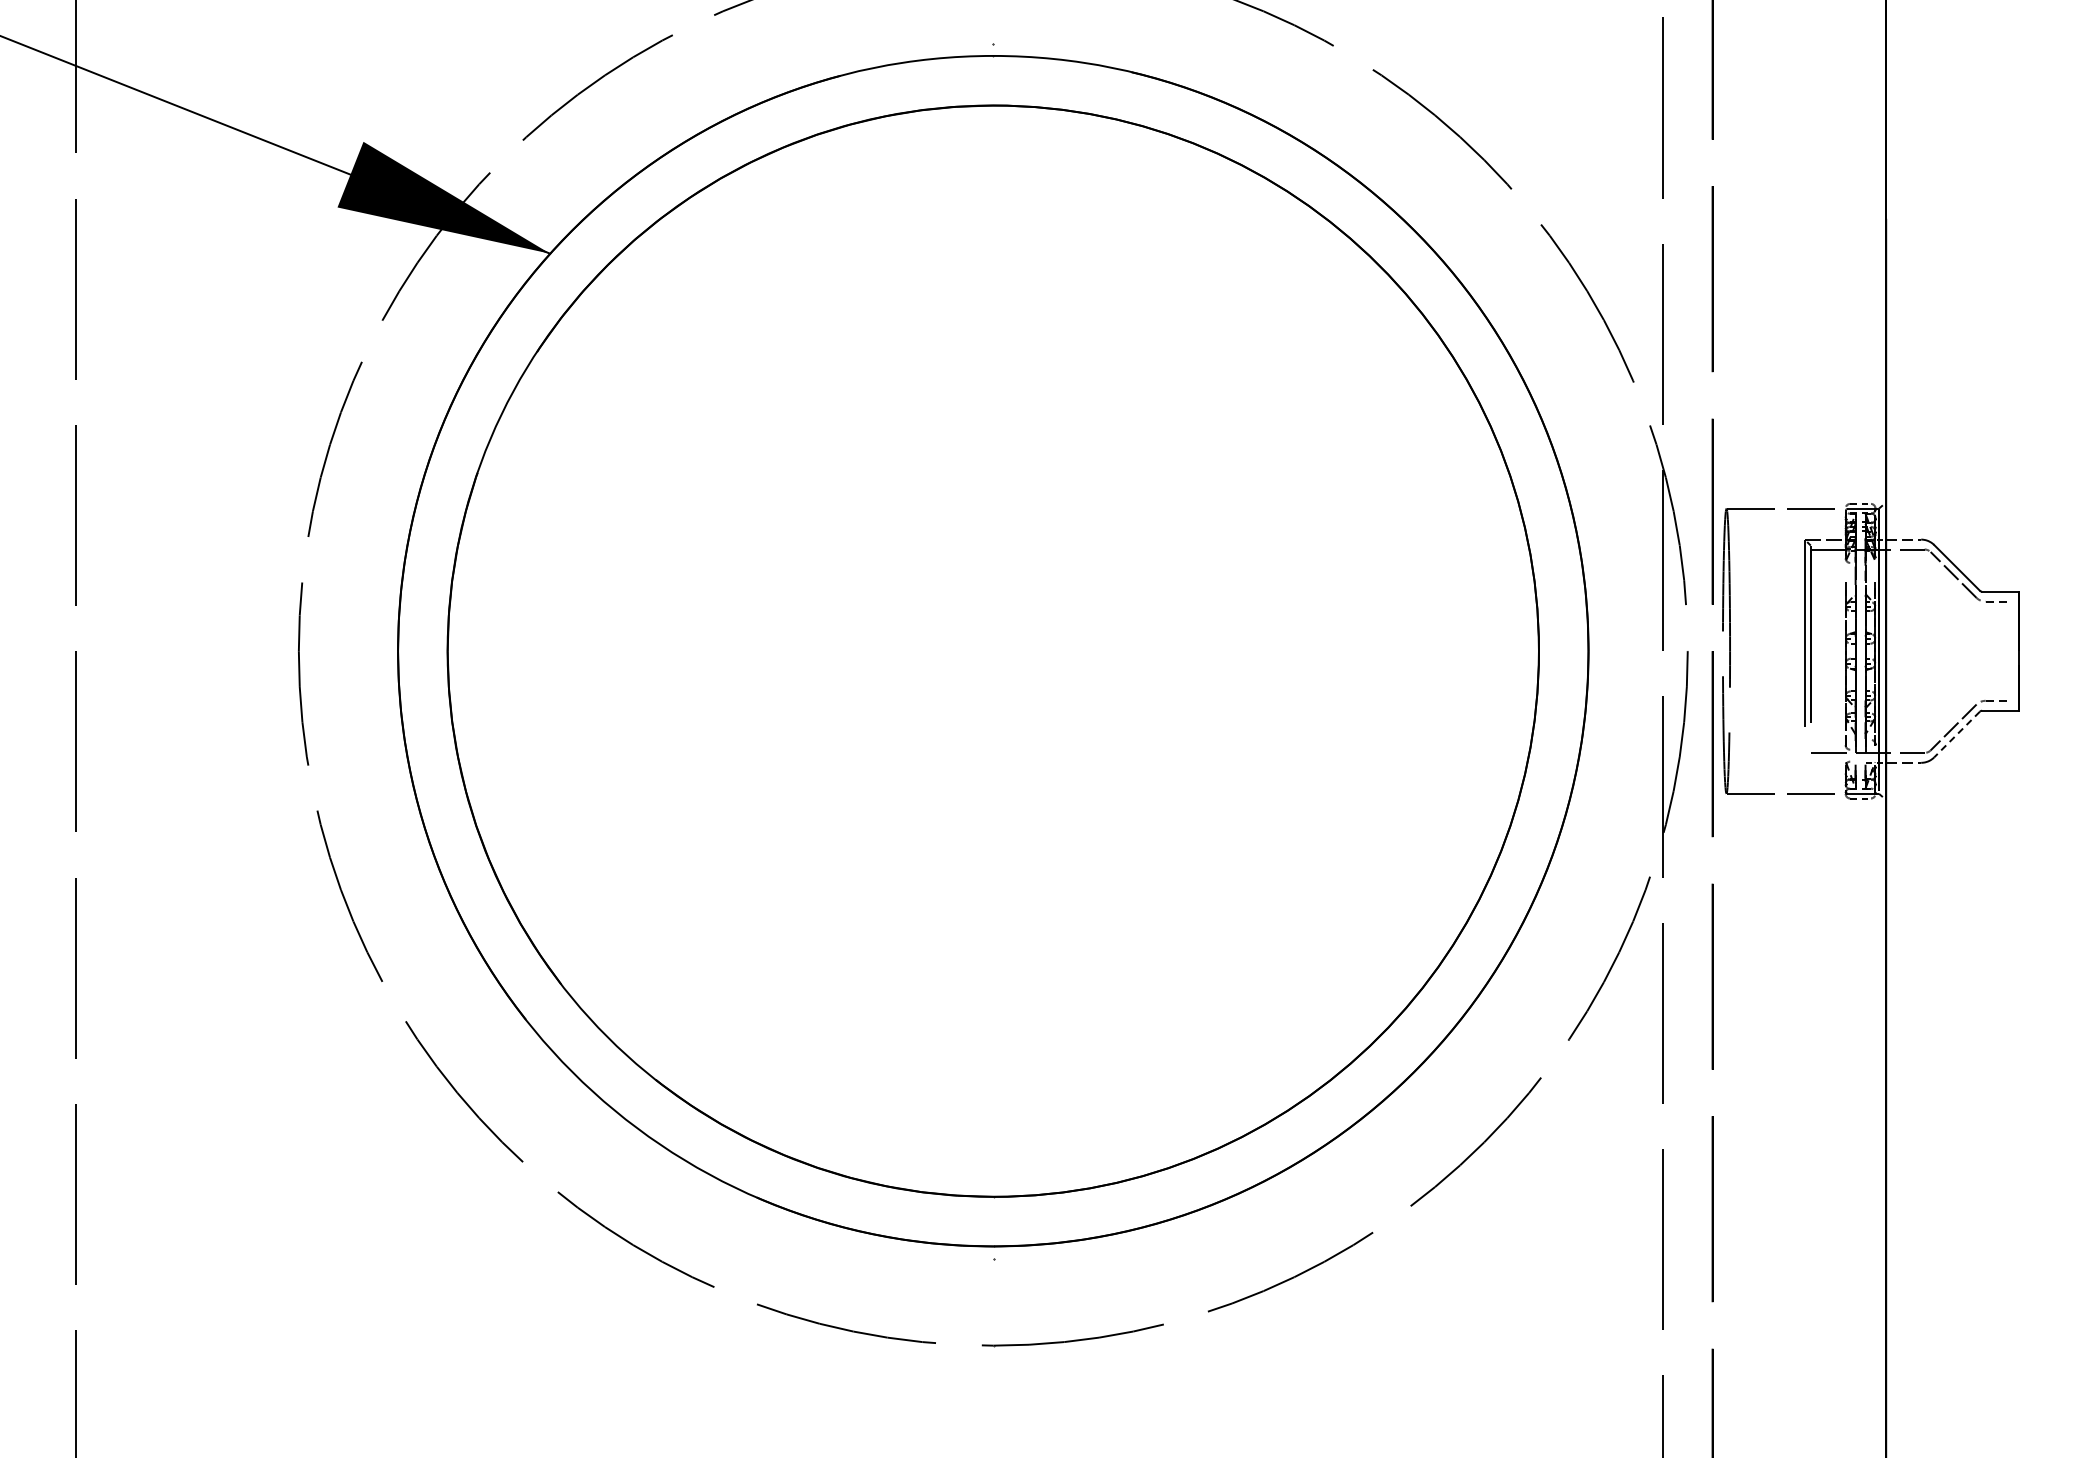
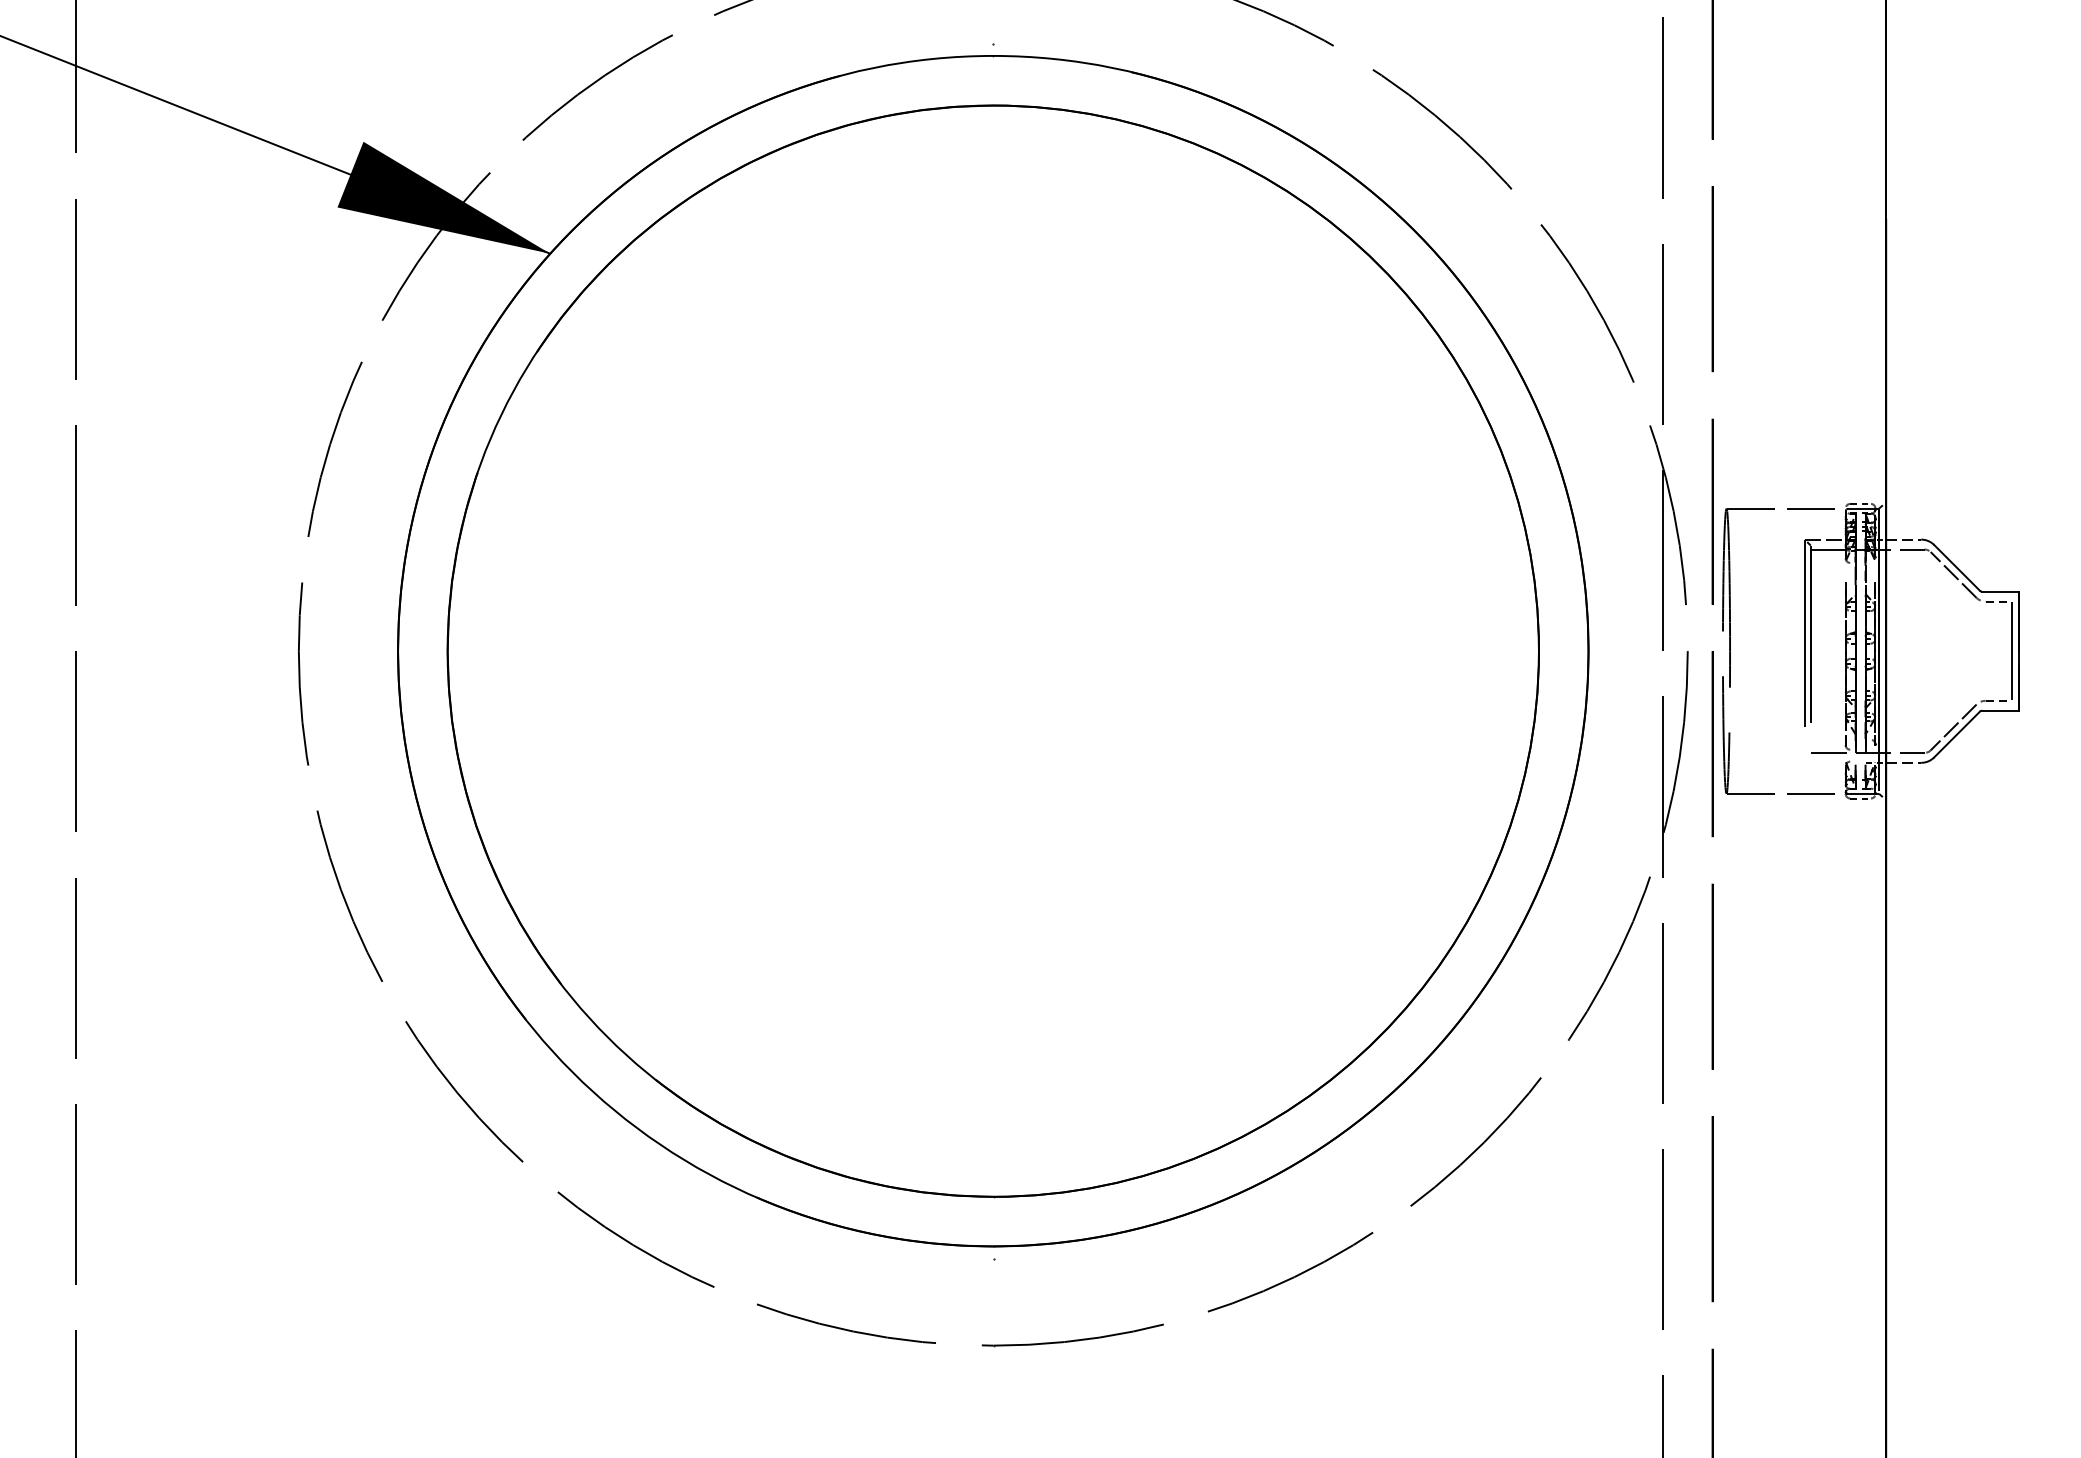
line at (2012, 650): none -> present
line at (1956, 734): dashed -> solid
